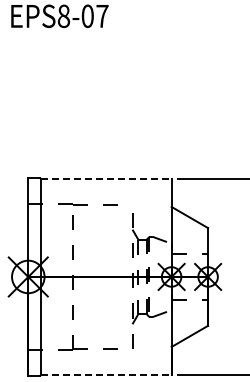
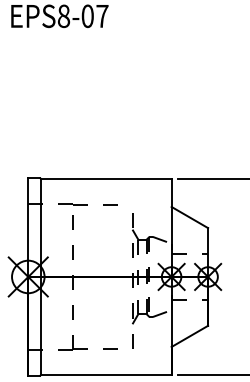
line at (106, 179): dashed -> solid
line at (106, 374): dashed -> solid
